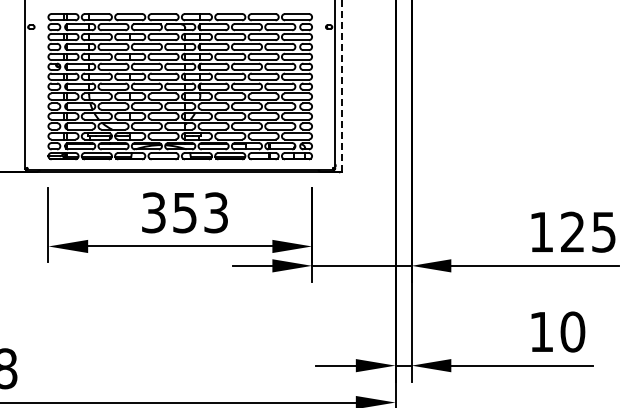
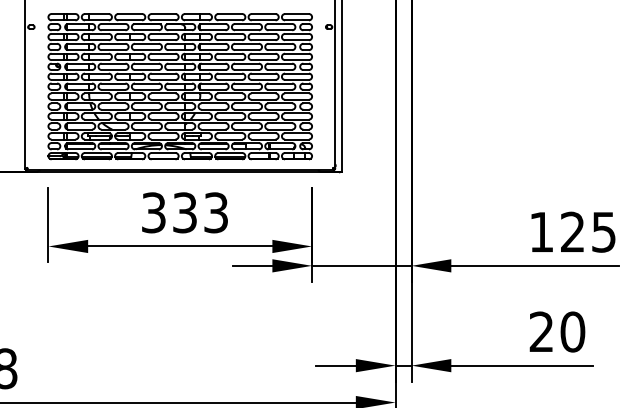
line at (341, 85): dashed -> solid
text at (184, 212): 353 -> 333
text at (540, 331): 10 -> 20
